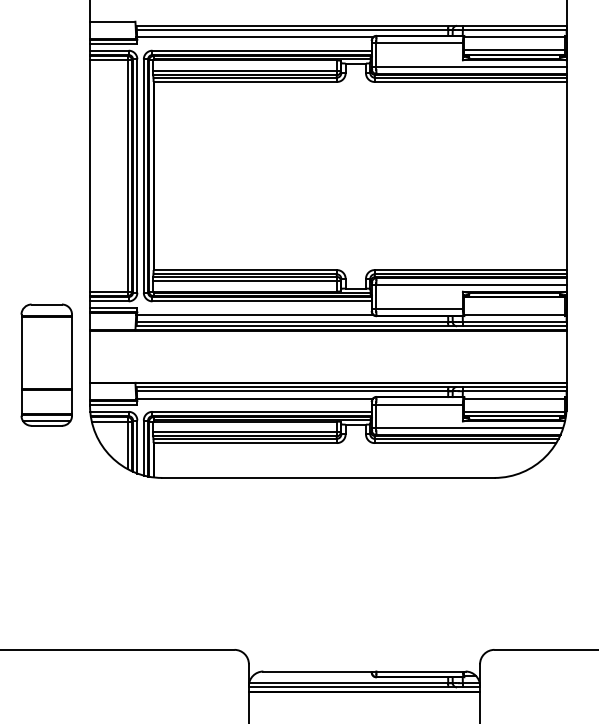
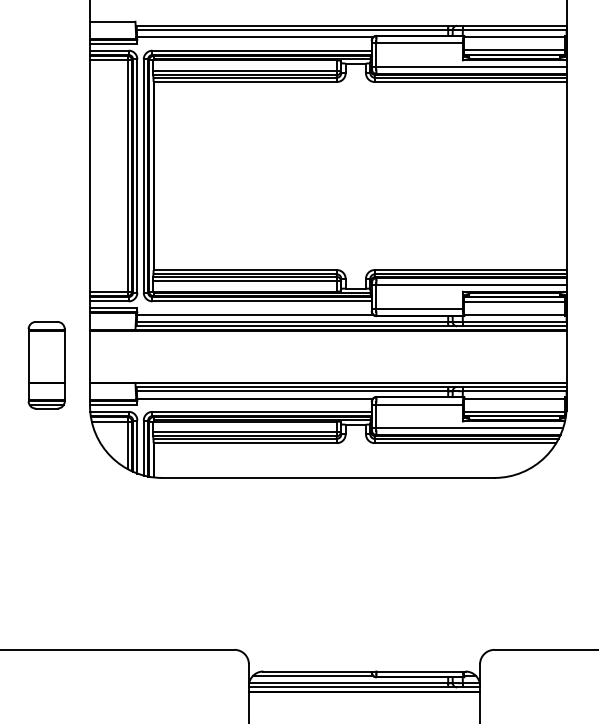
line at (514, 301): none -> present
part at (46, 364) size: 53x124 px -> 39x89 px
line at (312, 675): none -> present
